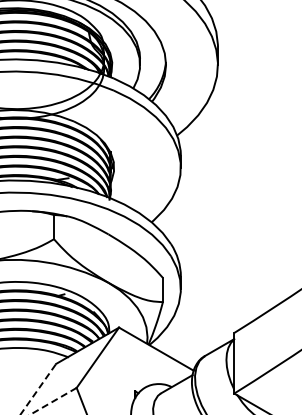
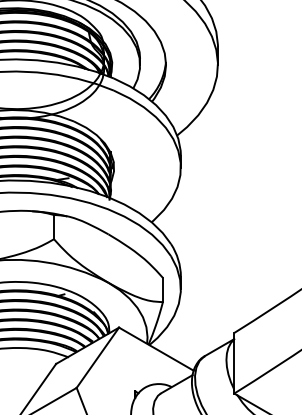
line at (38, 389): dashed -> solid
line at (53, 401): dashed -> solid
